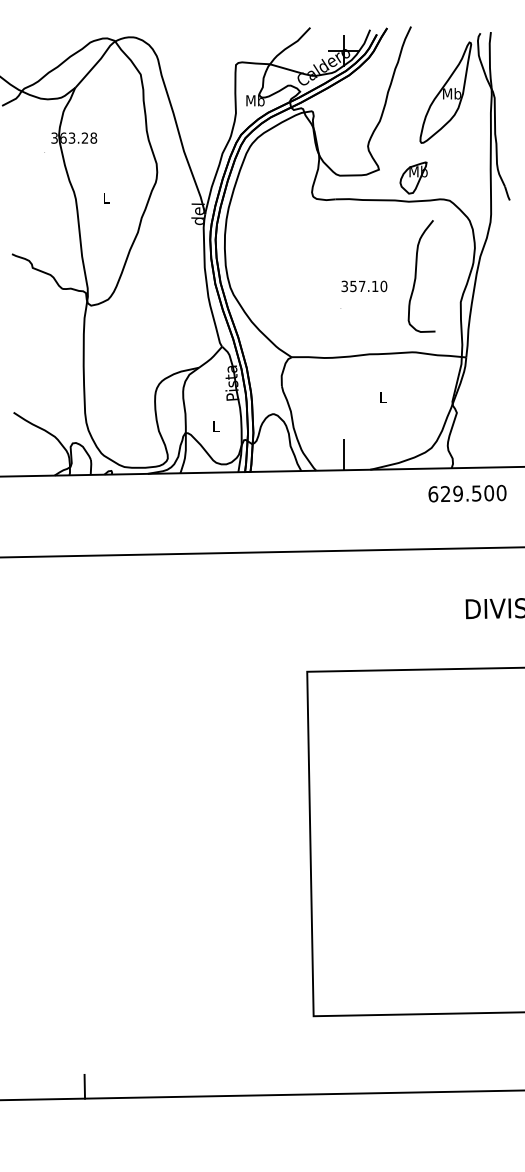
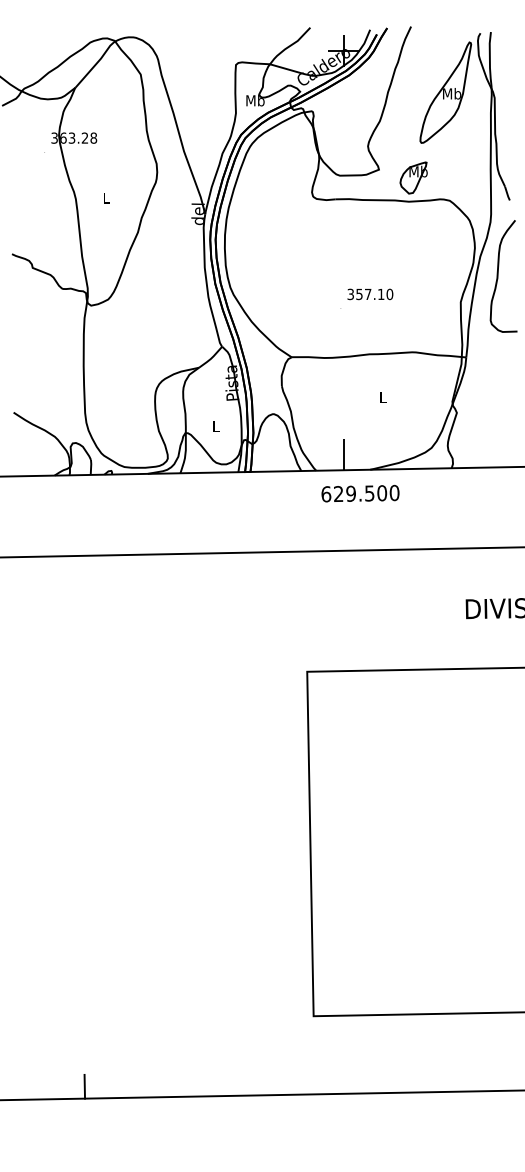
curve at (416, 276) position: (416, 276) -> (498, 276)
text at (364, 286) position: (364, 286) -> (370, 294)
text at (467, 493) position: (467, 493) -> (360, 493)
